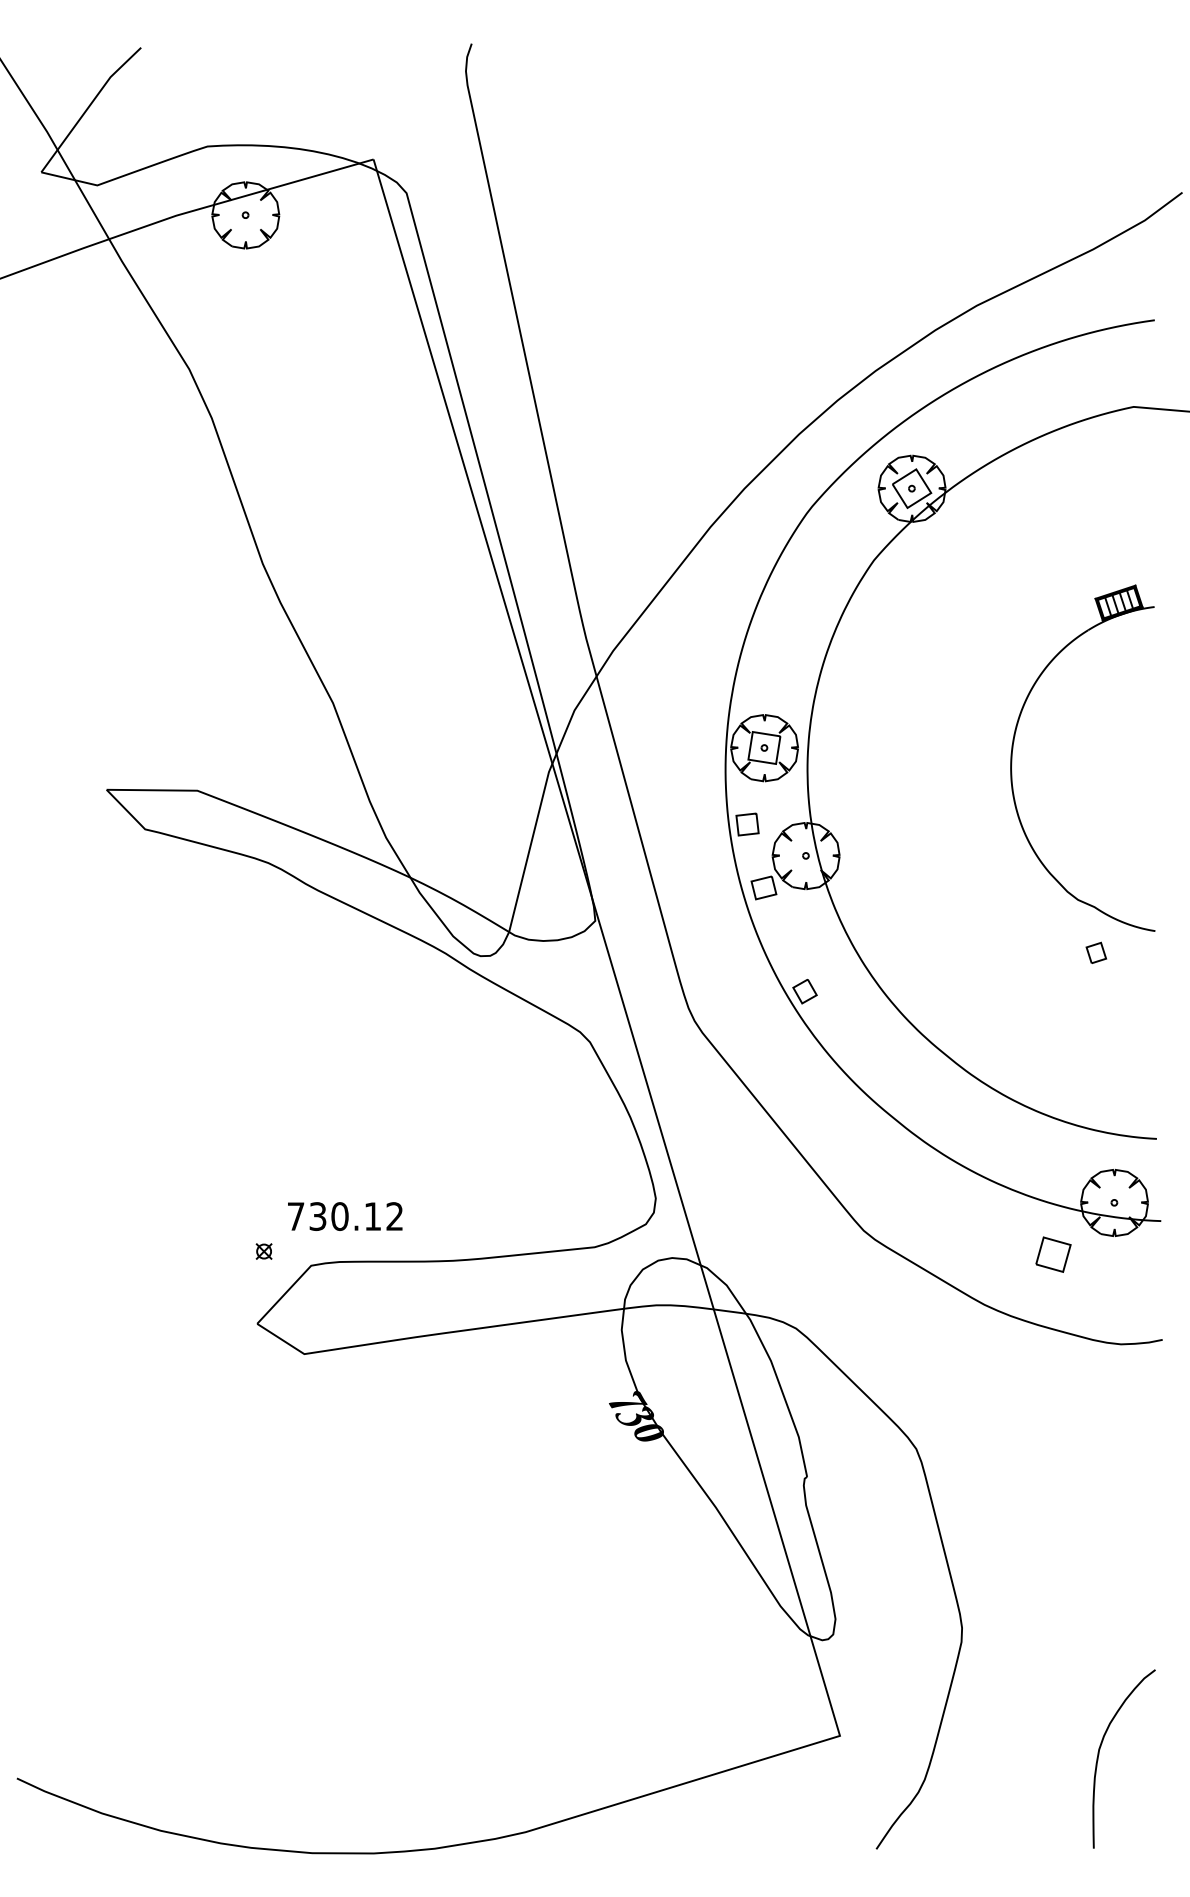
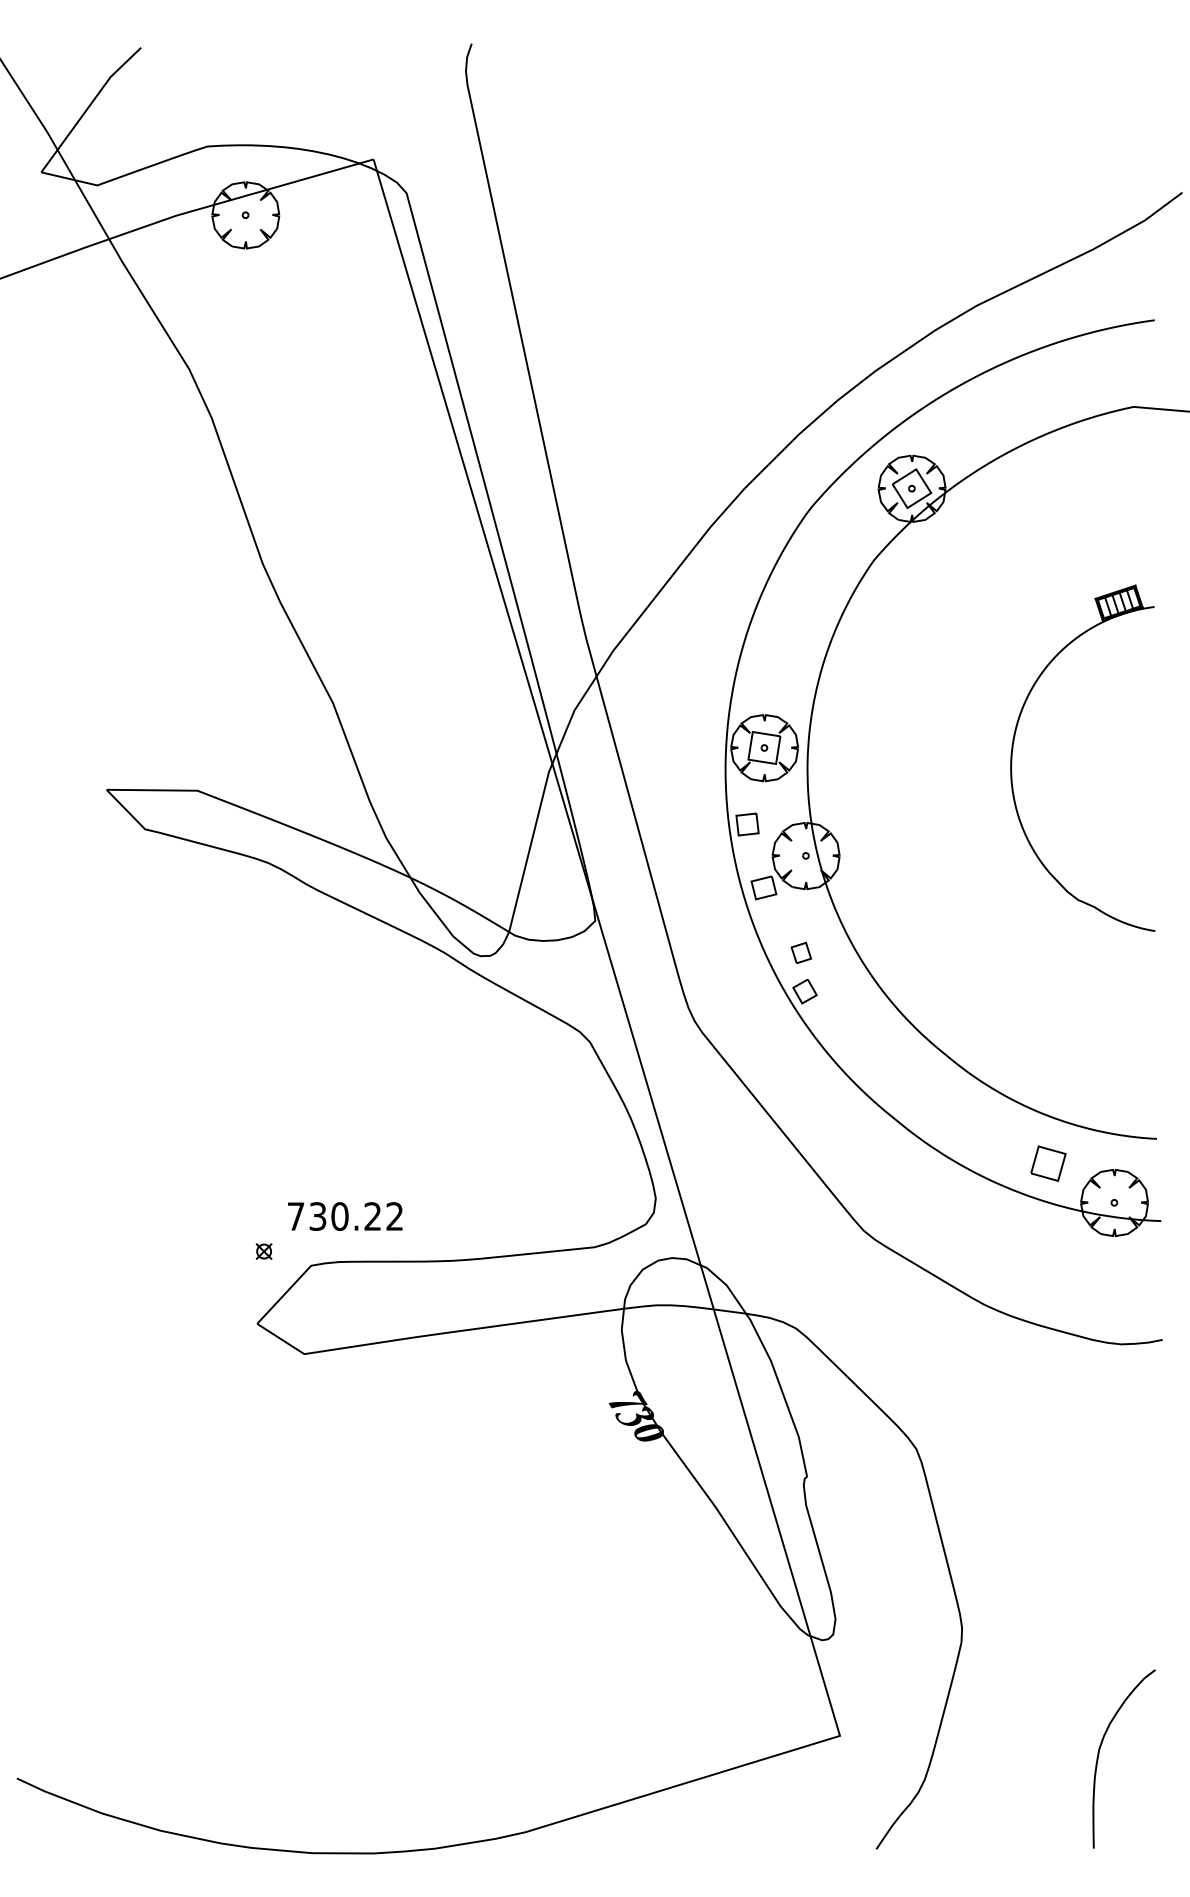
part at (1096, 952) position: (1096, 952) -> (801, 952)
text at (372, 1216): 730.12 -> 730.22
part at (1053, 1254) position: (1053, 1254) -> (1048, 1163)
